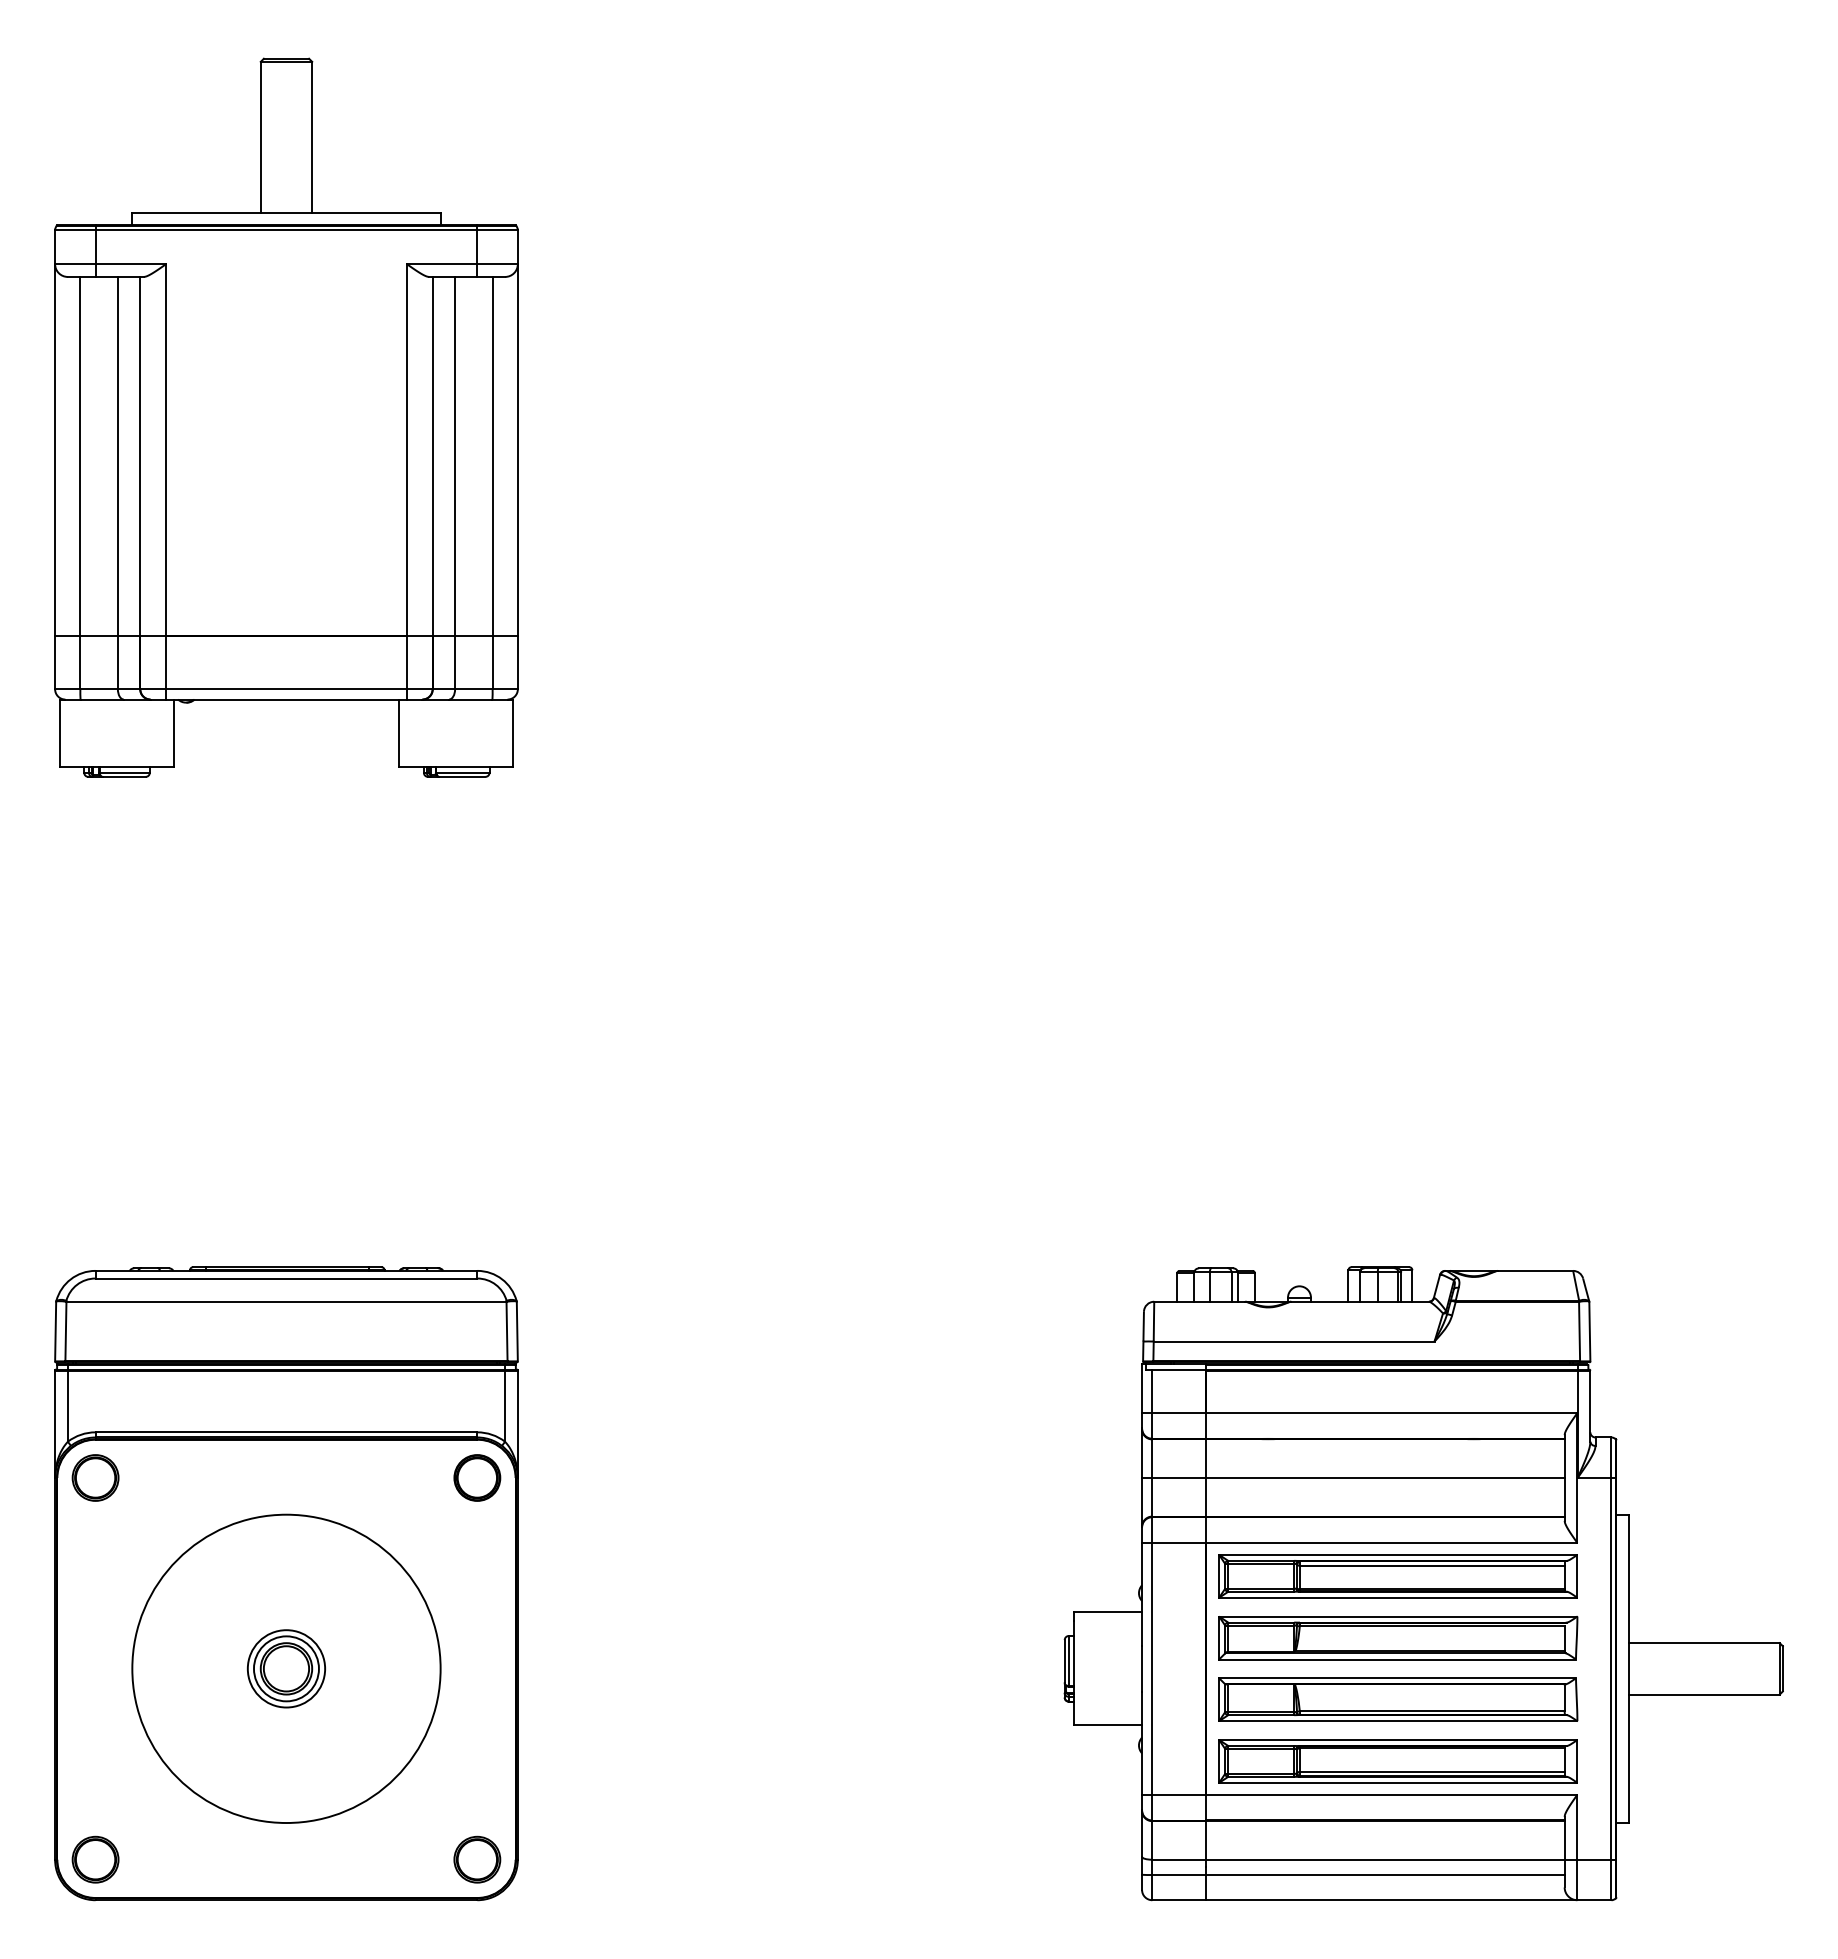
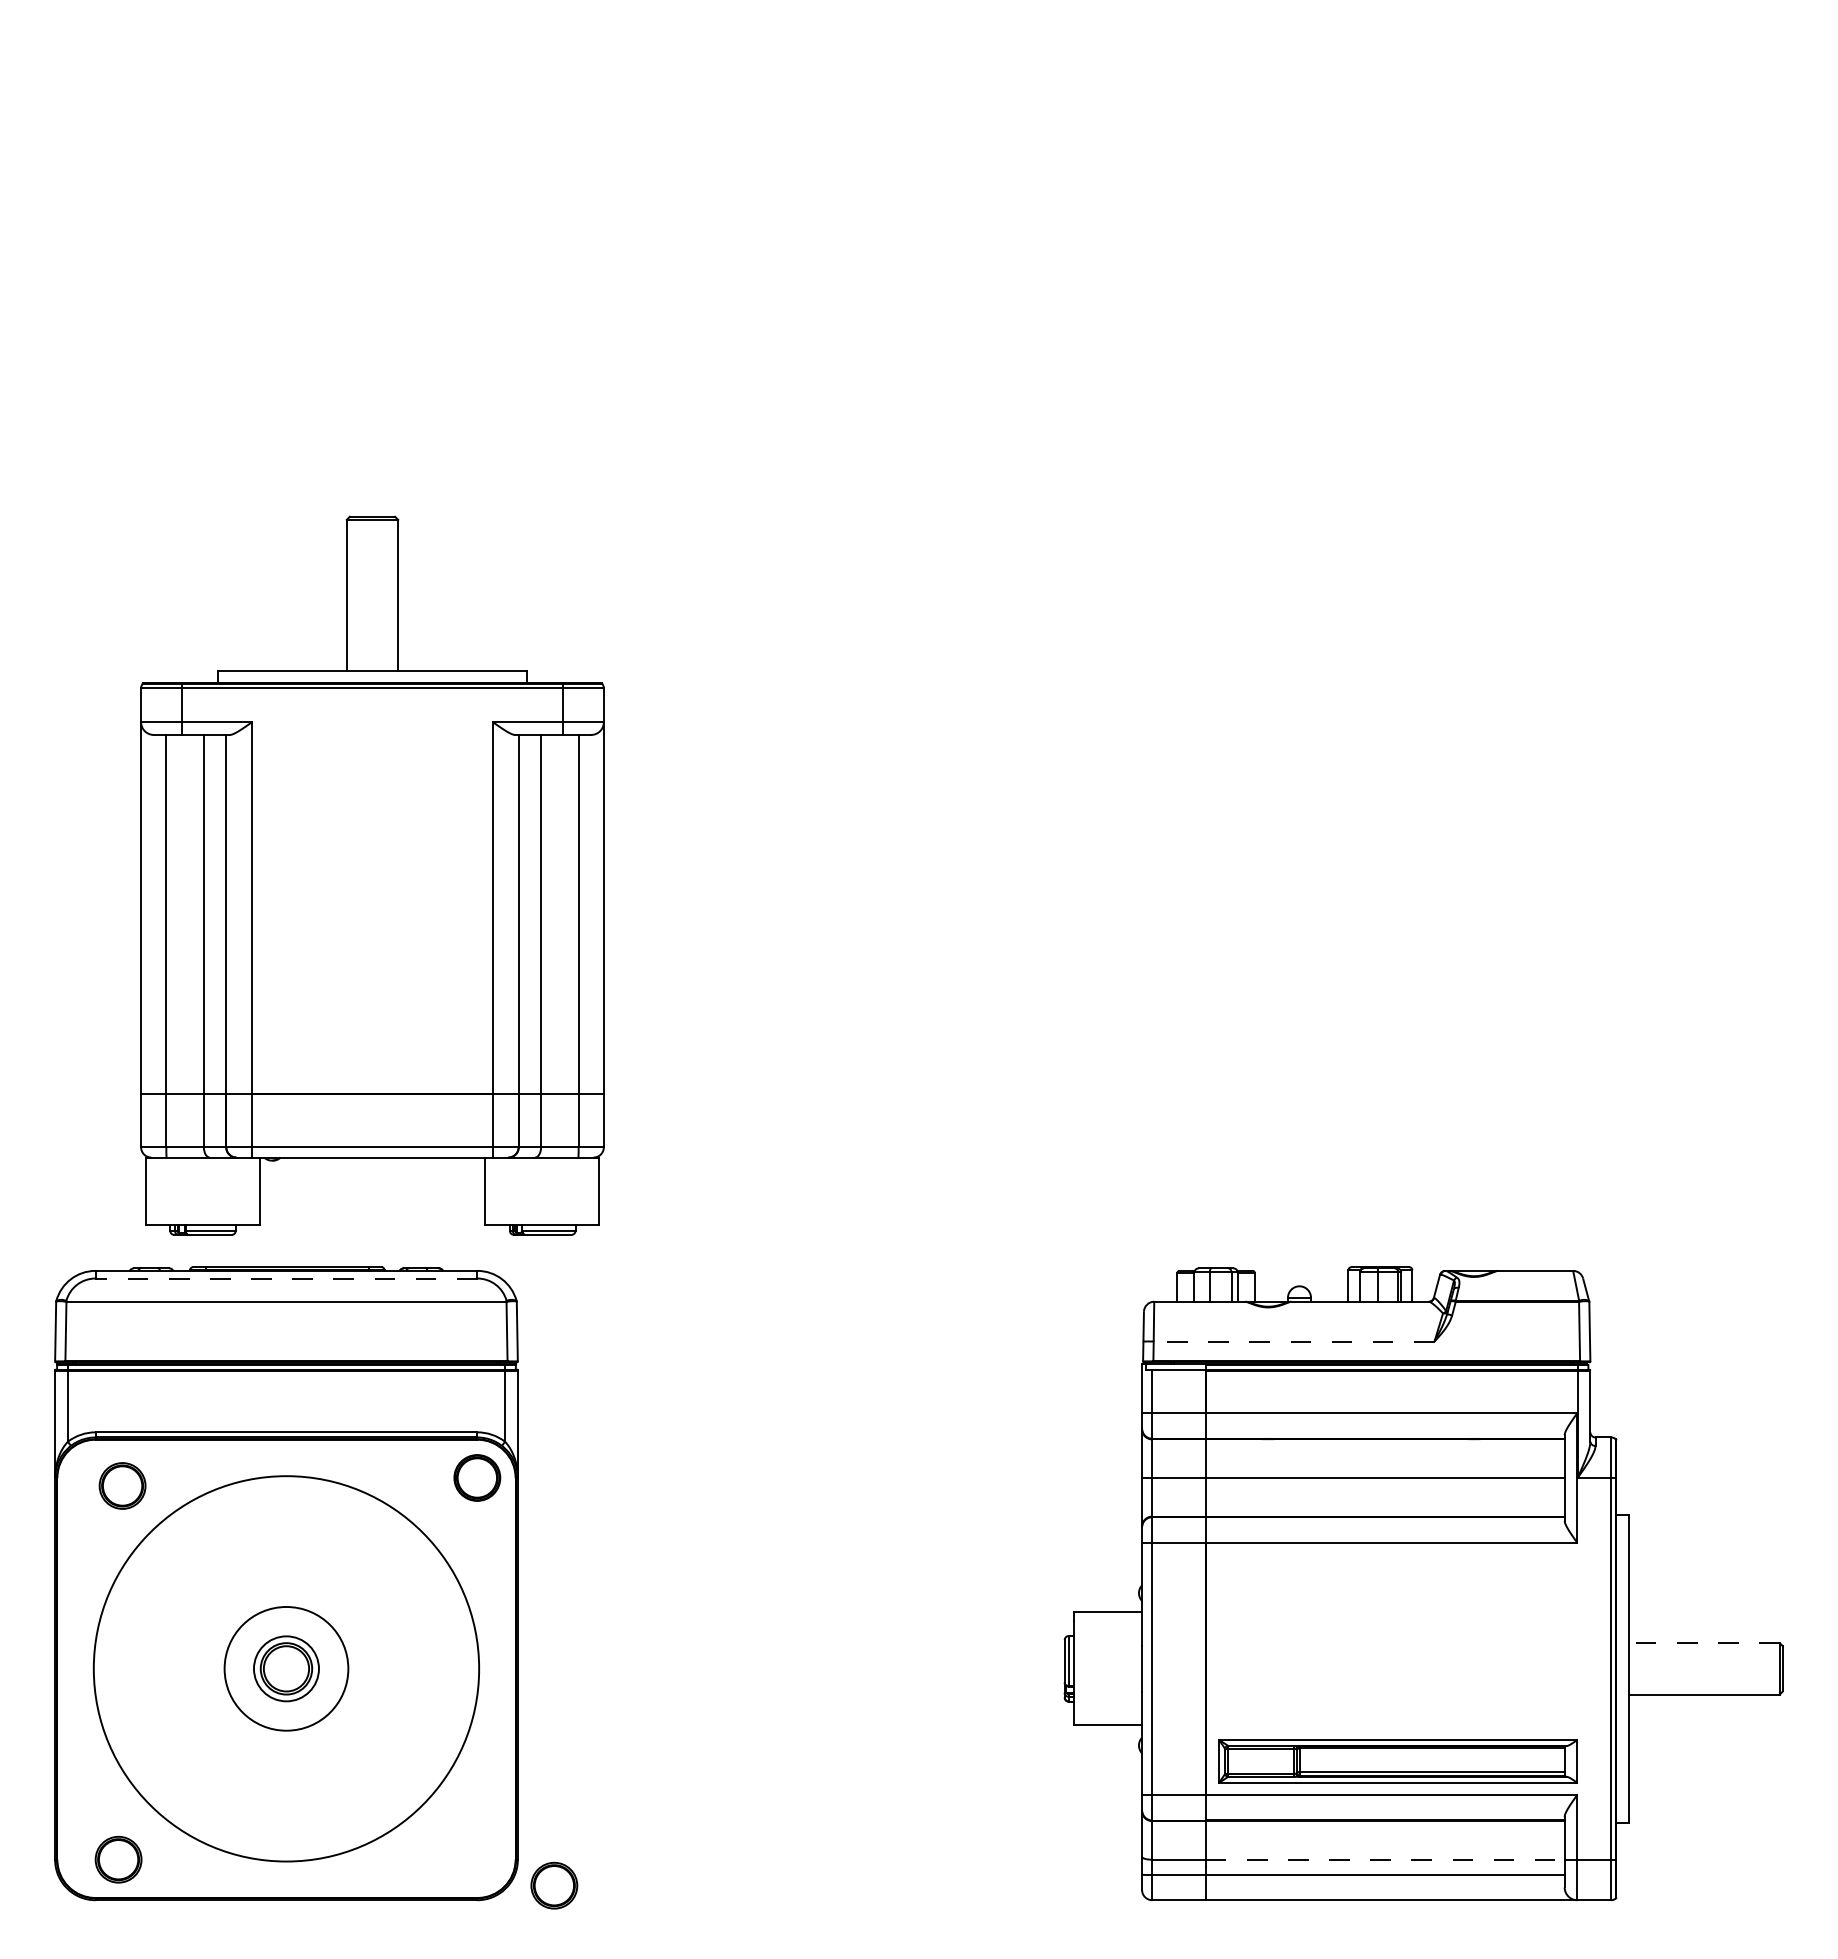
part at (286, 417) position: (286, 417) -> (372, 875)
line at (286, 1278): solid -> dashed
line at (1293, 1341): solid -> dashed
part at (95, 1477) position: (95, 1477) -> (122, 1485)
part at (1397, 1576): present -> none
part at (1398, 1638): present -> none
line at (1703, 1643): solid -> dashed
circle at (286, 1668) diameter: 308 px -> 385 px
circle at (286, 1668) diameter: 77 px -> 124 px
part at (1398, 1699): present -> none
part at (95, 1859) position: (95, 1859) -> (118, 1859)
part at (477, 1859) position: (477, 1859) -> (554, 1885)
line at (1385, 1859): solid -> dashed
